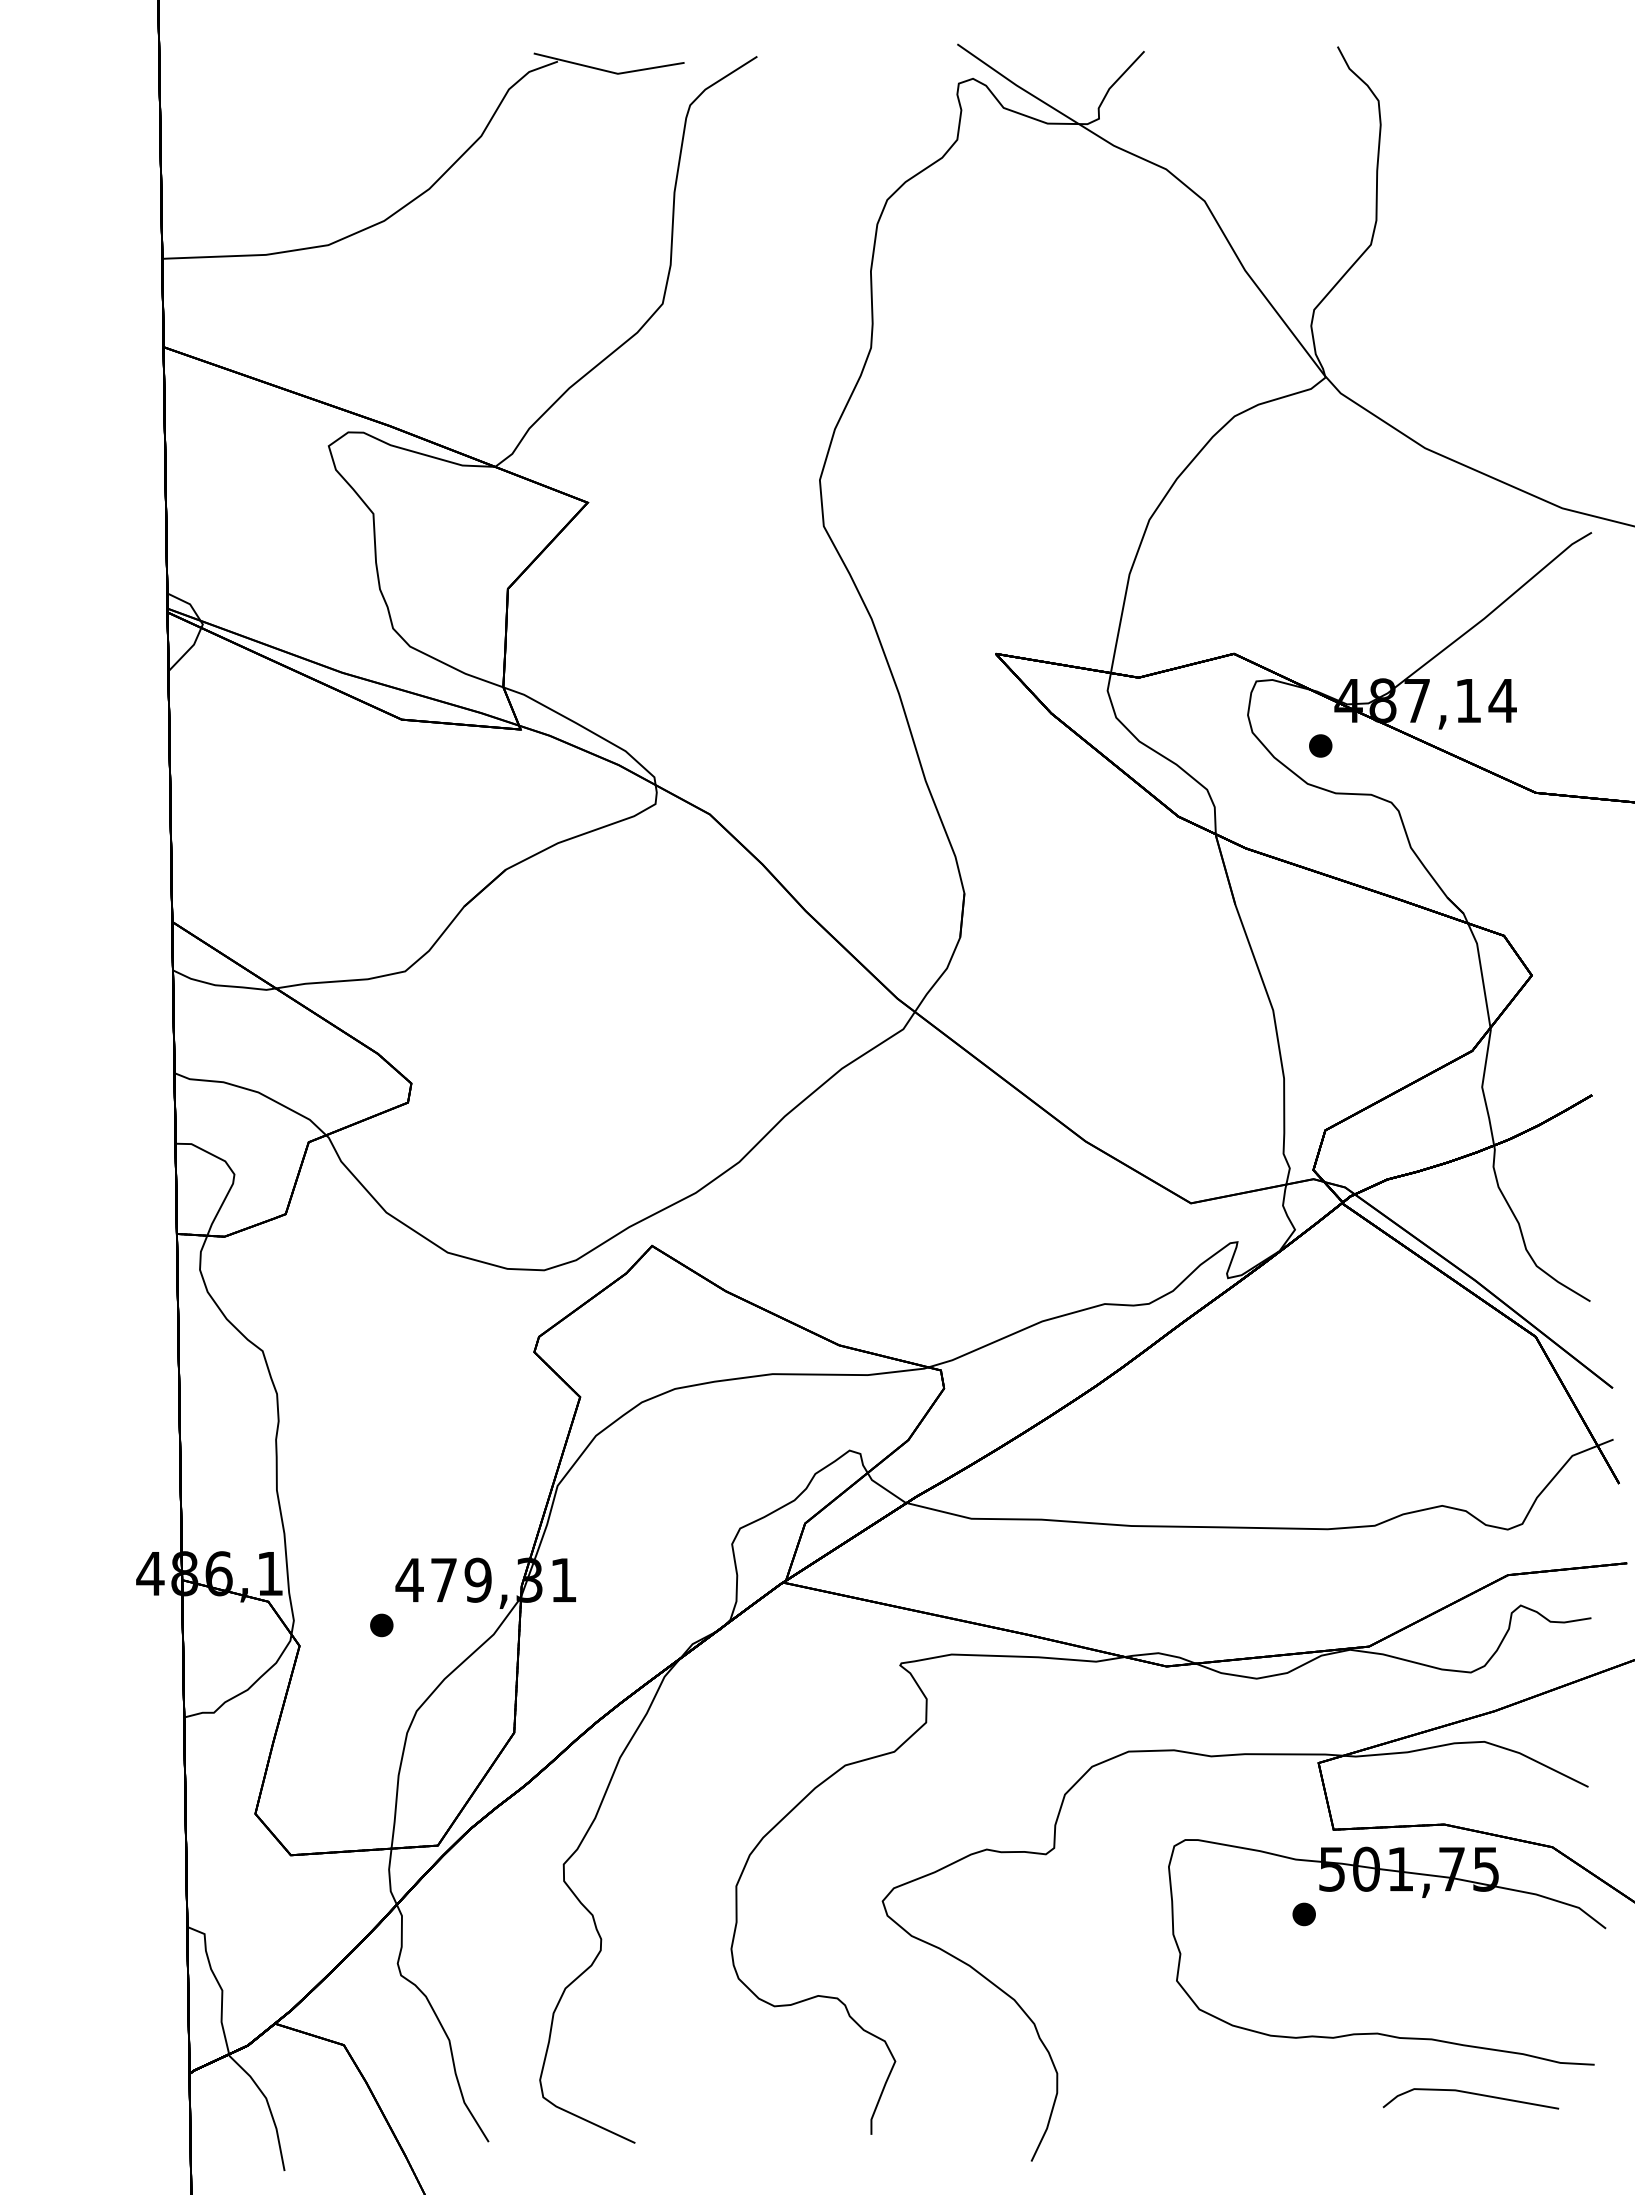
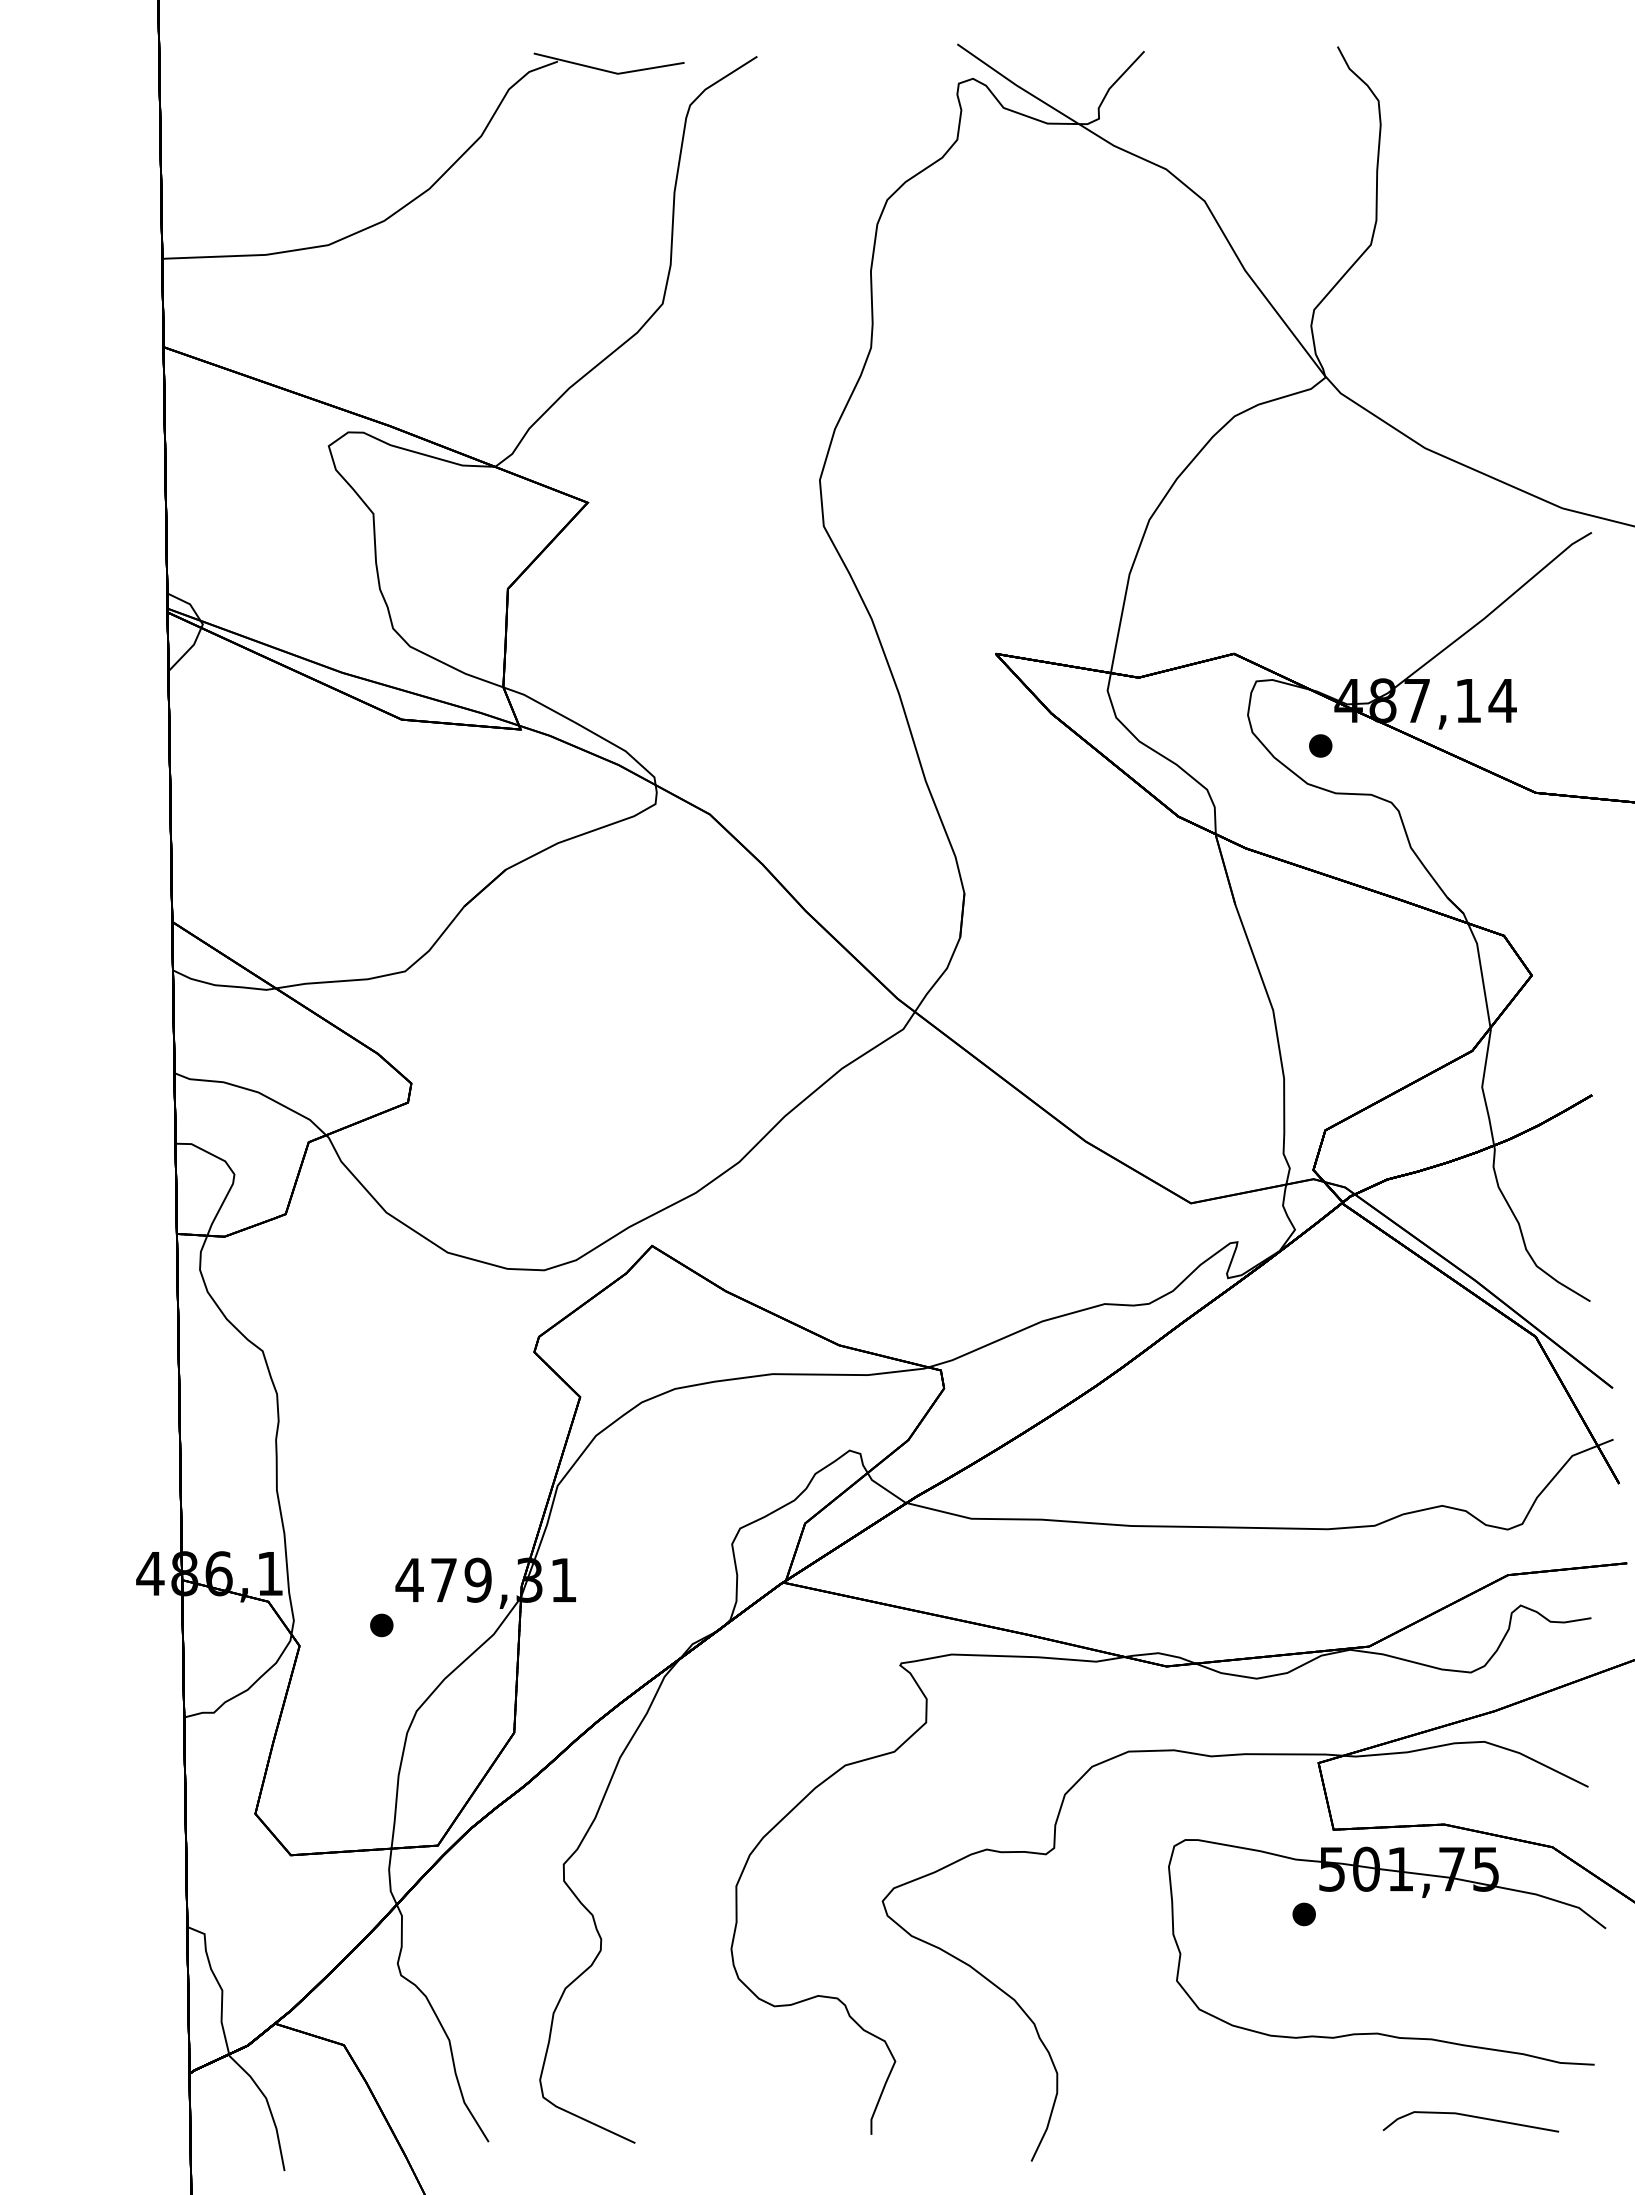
line at (1471, 2094) position: (1471, 2094) -> (1471, 2117)
